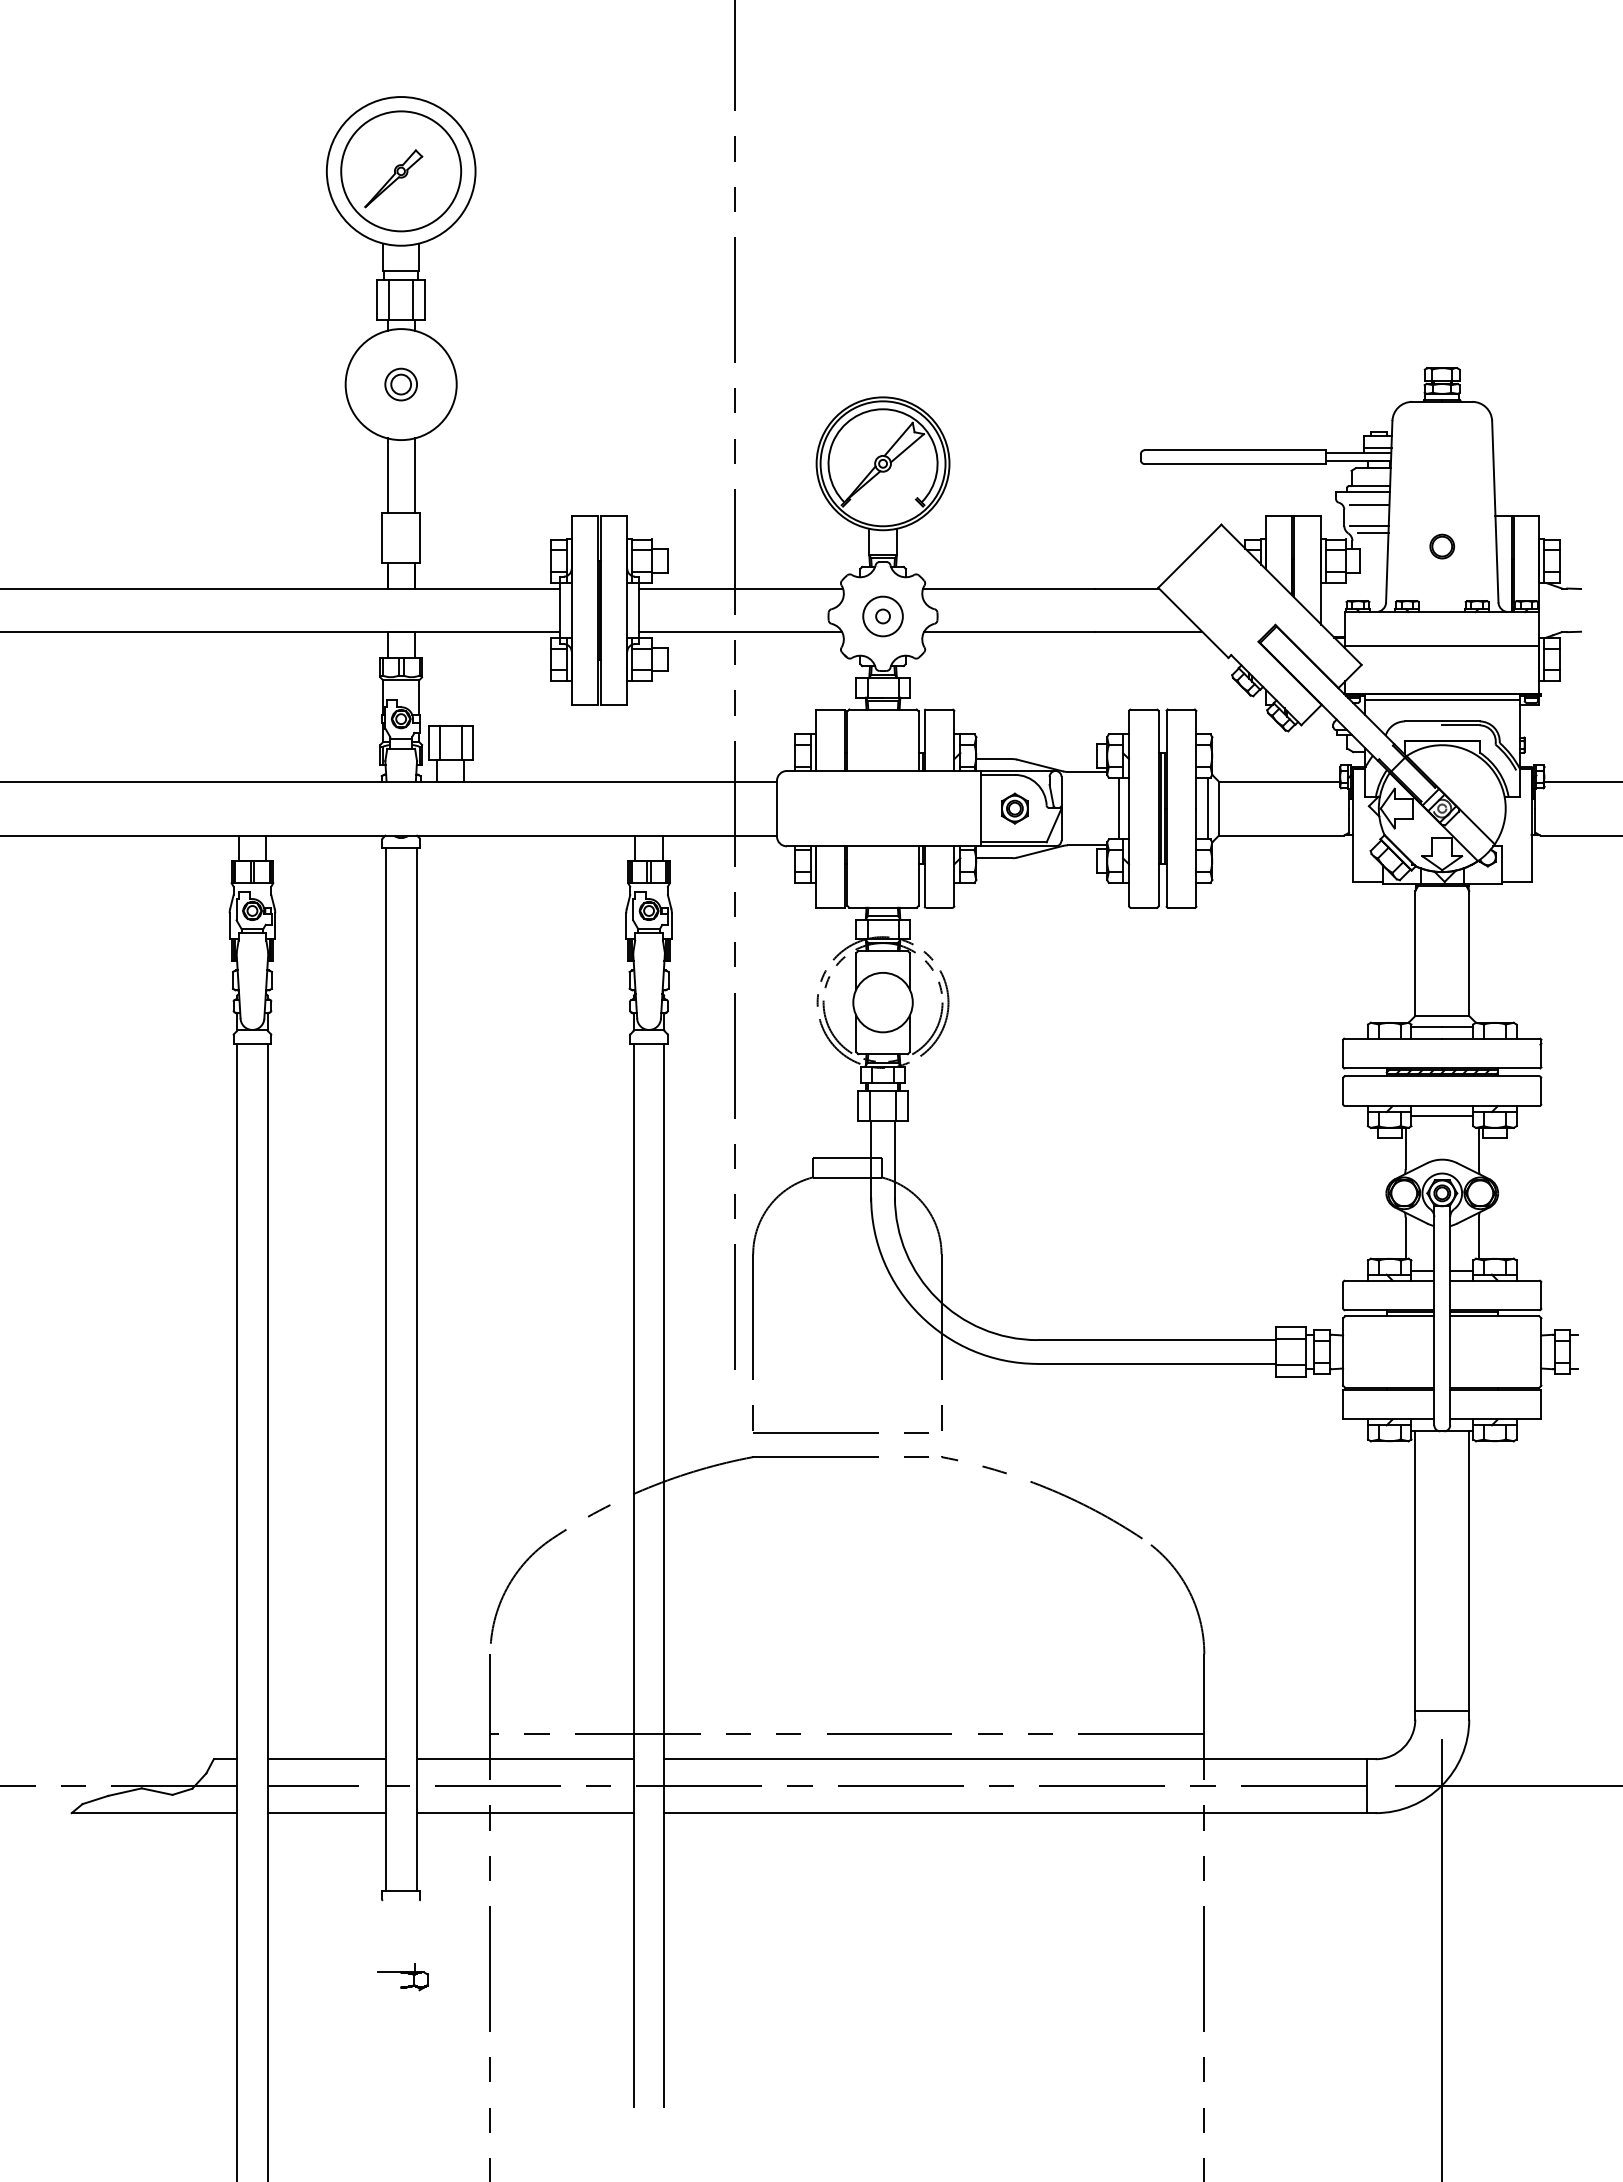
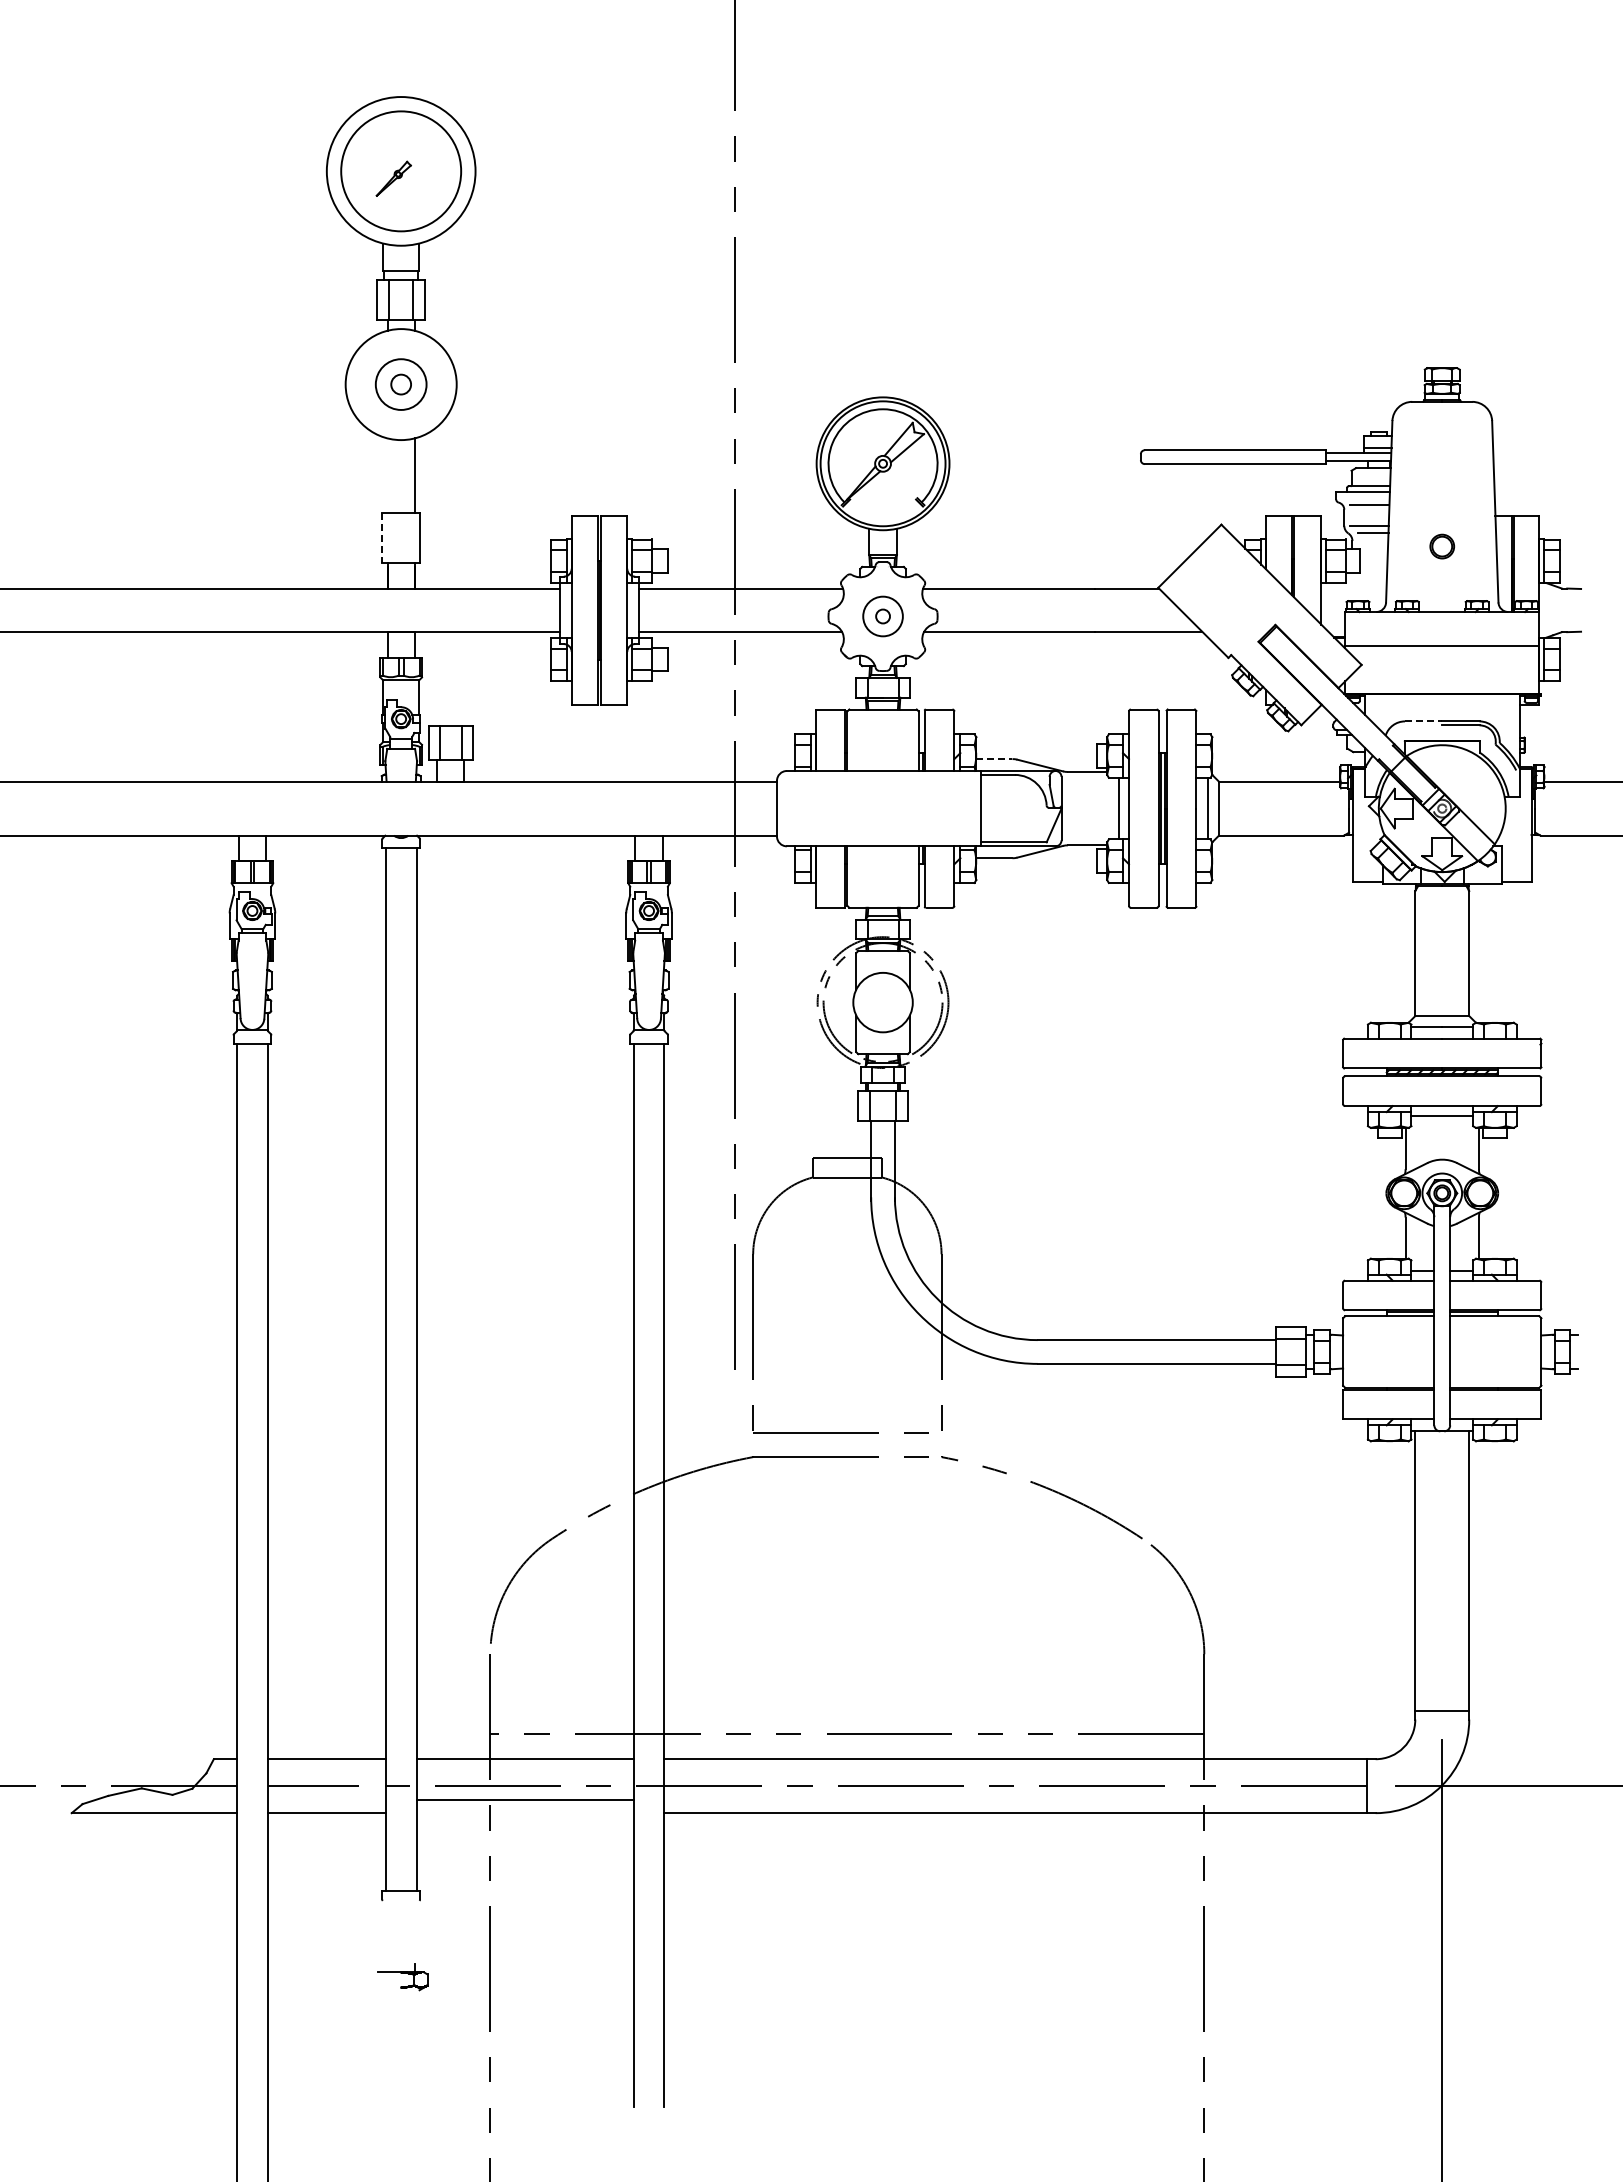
part at (393, 178) size: 60x60 px -> 37x37 px
circle at (401, 384) diameter: 32 px -> 51 px
line at (387, 475): present -> none
line at (382, 538): solid -> dashed
line at (1441, 699): present -> none
line at (1423, 721): solid -> dashed
line at (994, 759): solid -> dashed
part at (1014, 808): present -> none
line at (524, 1813) position: (524, 1813) -> (524, 1800)
